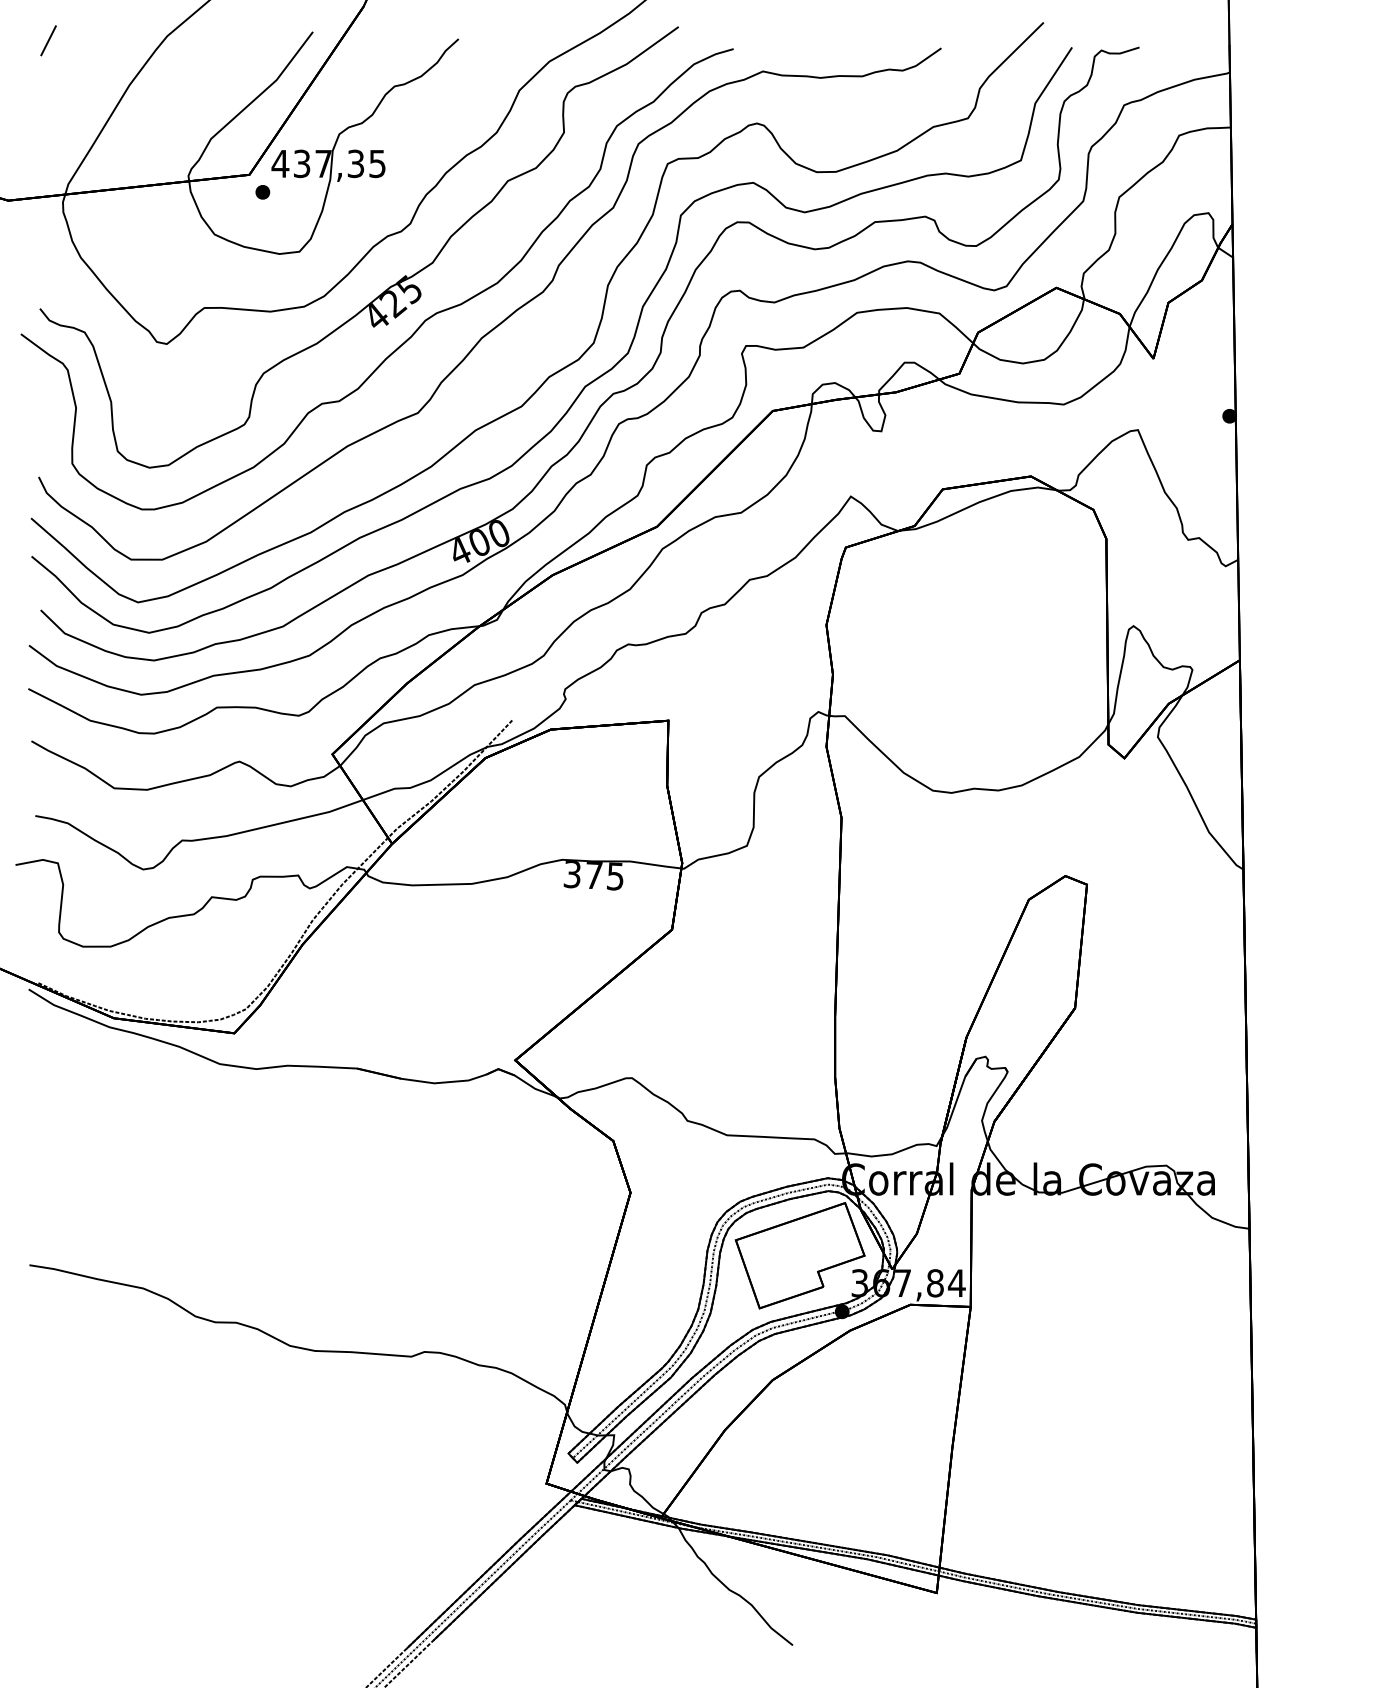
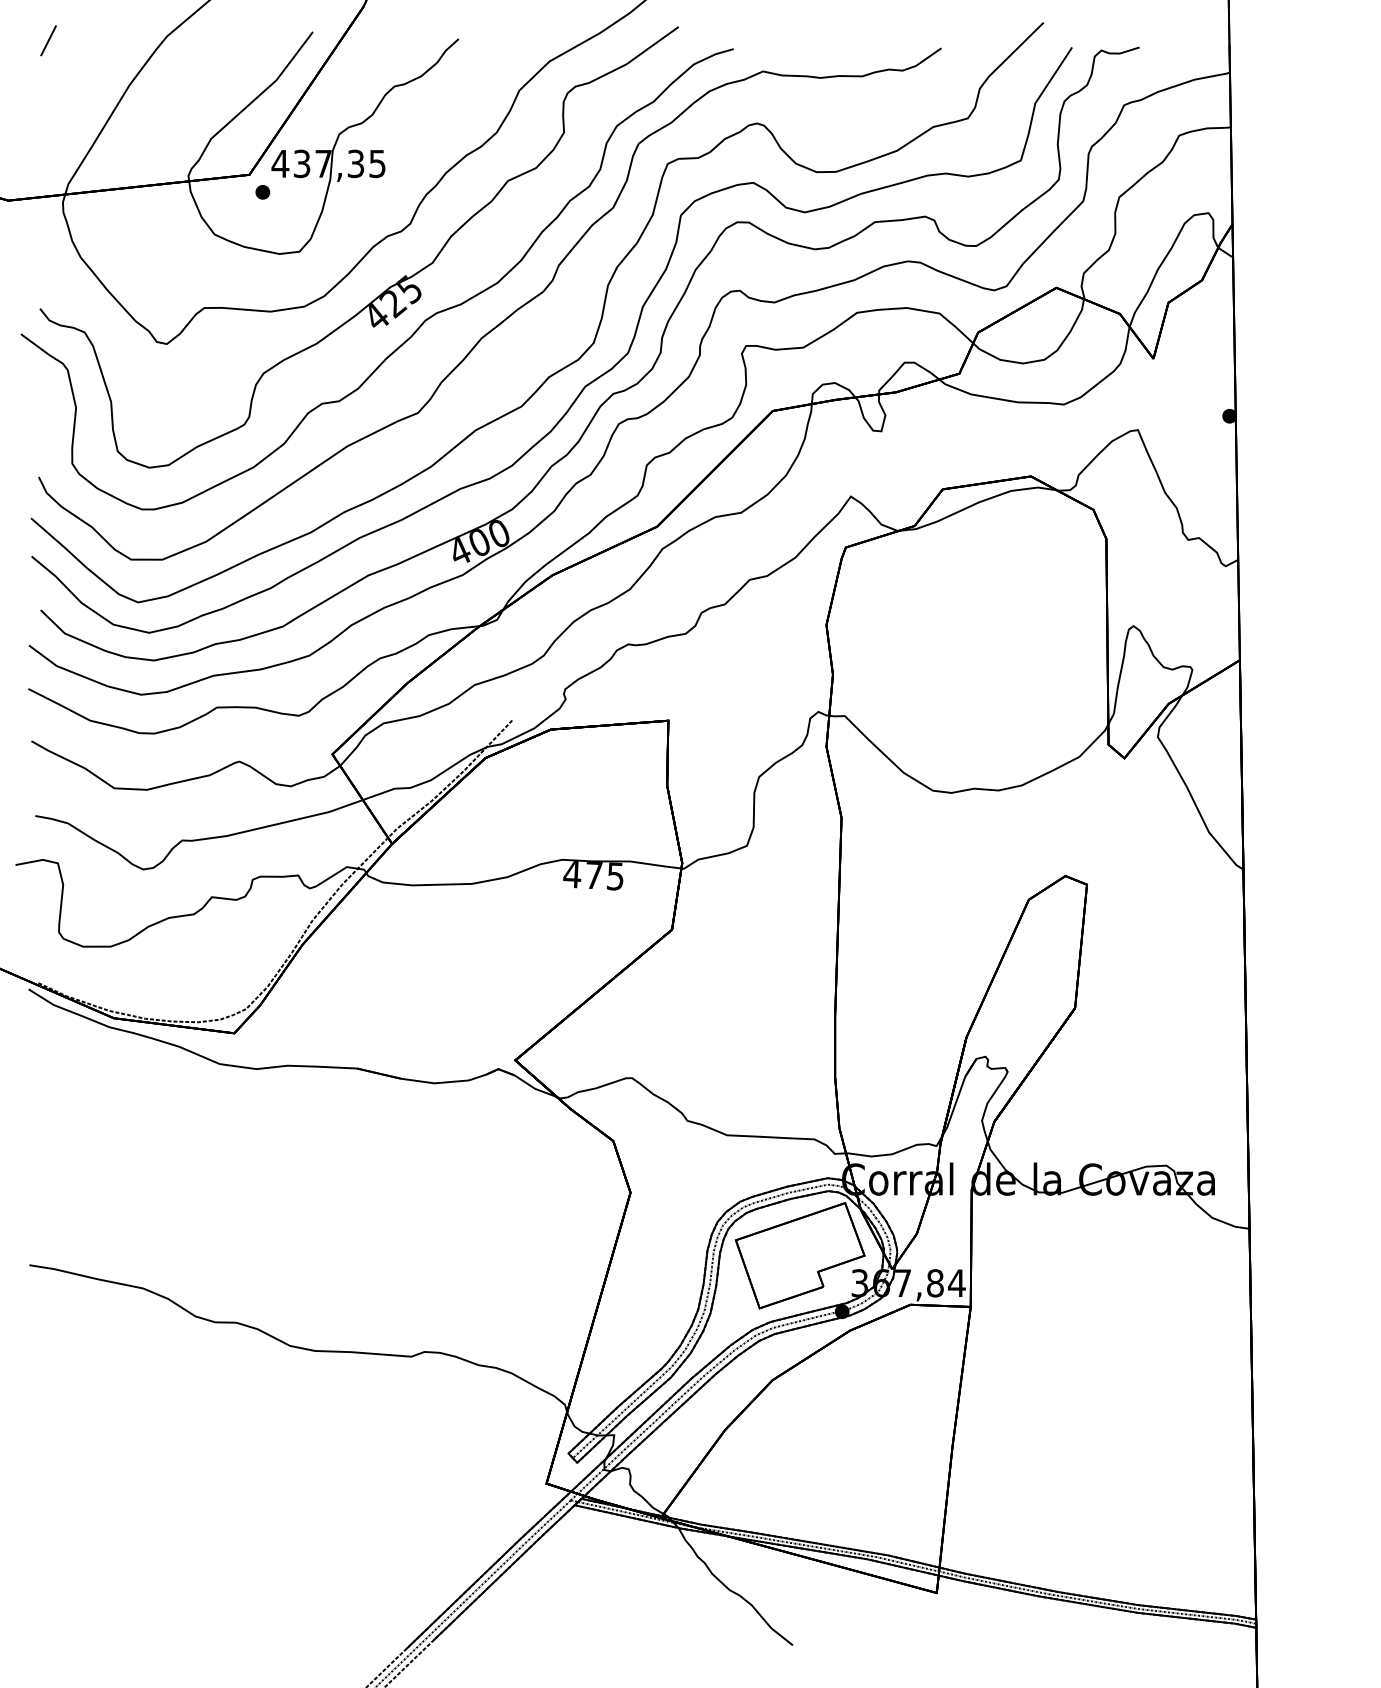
text at (572, 874): 375 -> 475
